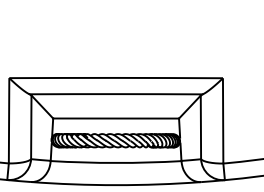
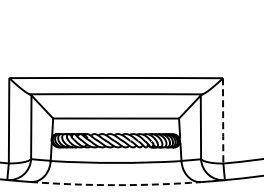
line at (223, 121): solid -> dashed
arc at (116, 185): solid -> dashed
